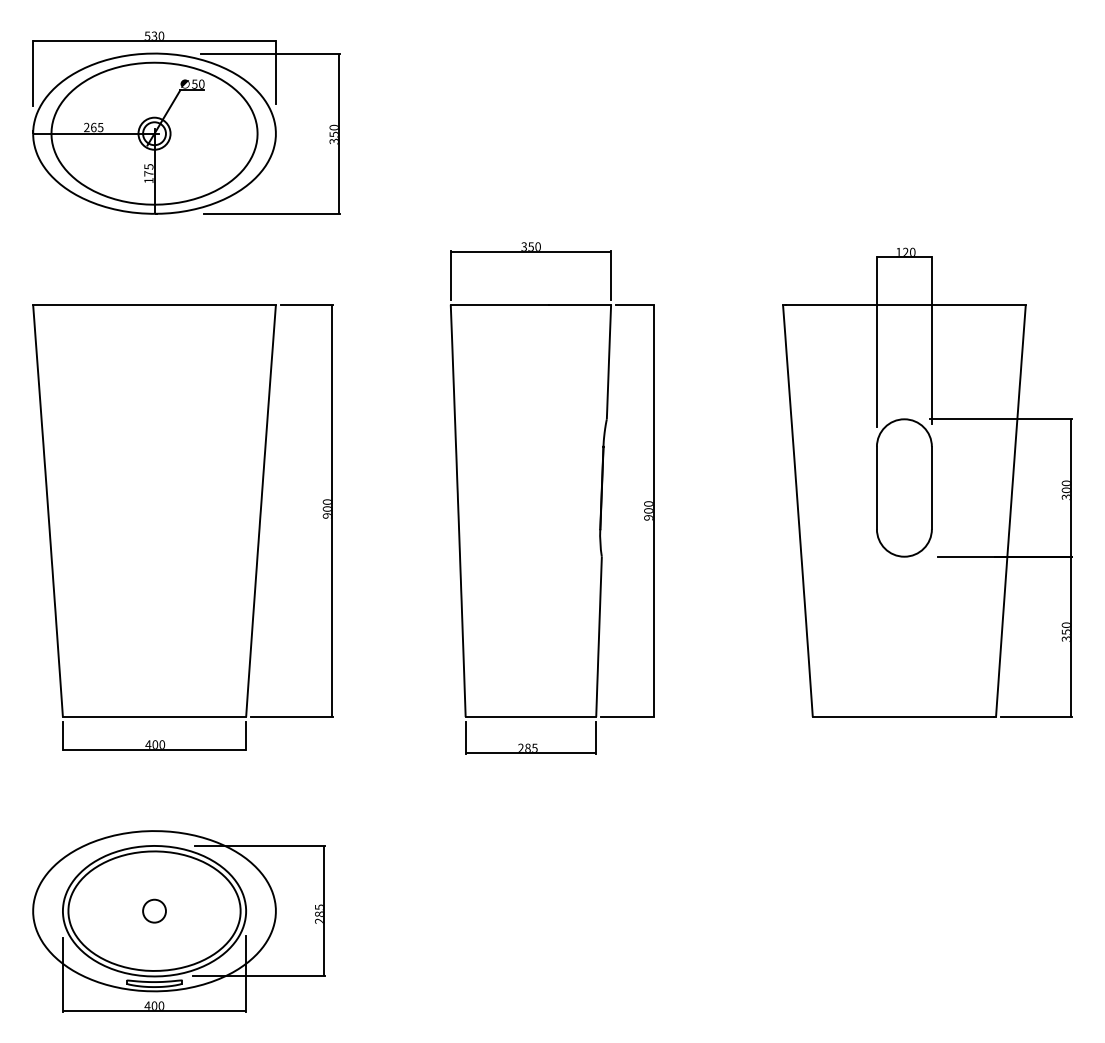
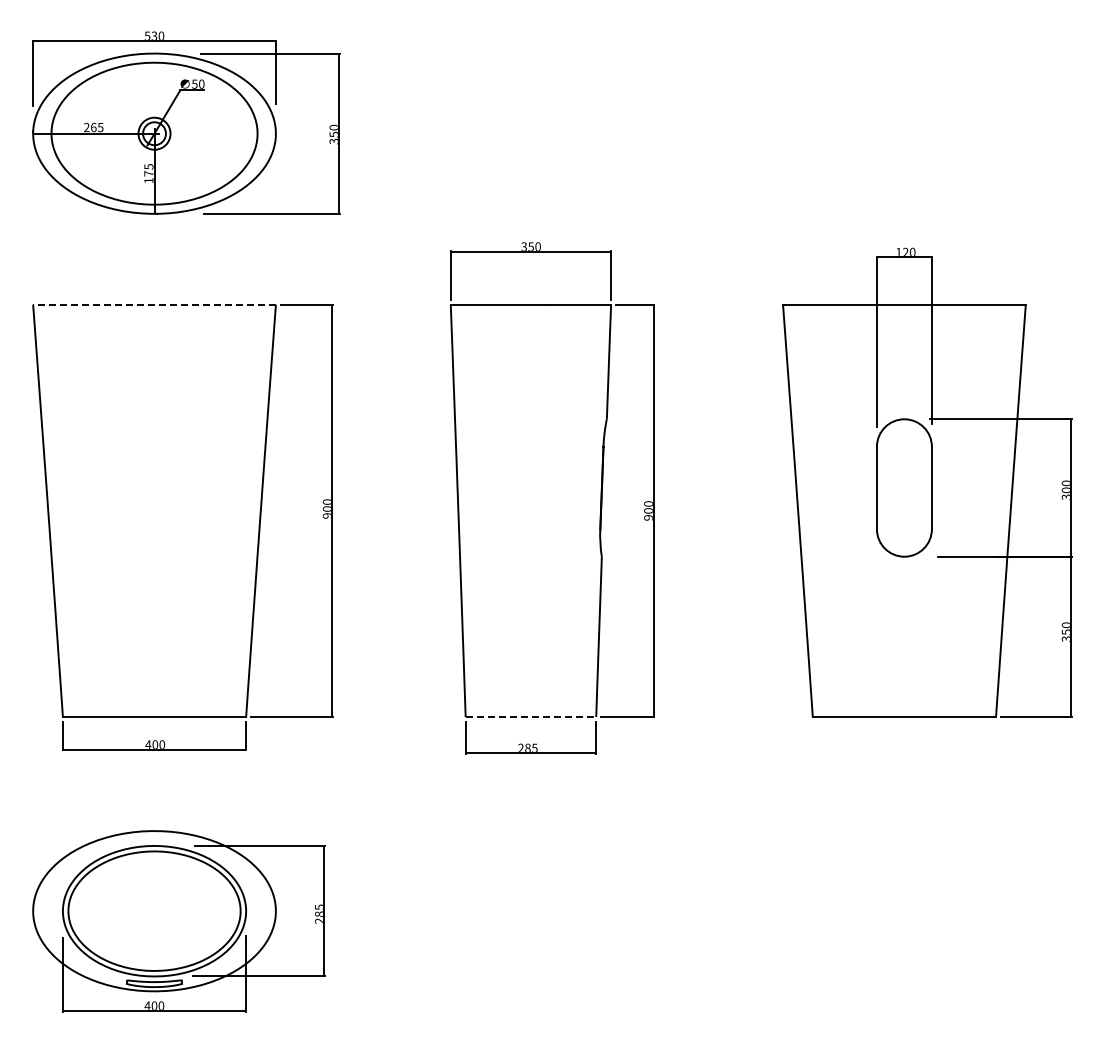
line at (154, 304): solid -> dashed
line at (531, 717): solid -> dashed
circle at (154, 910): present -> none
